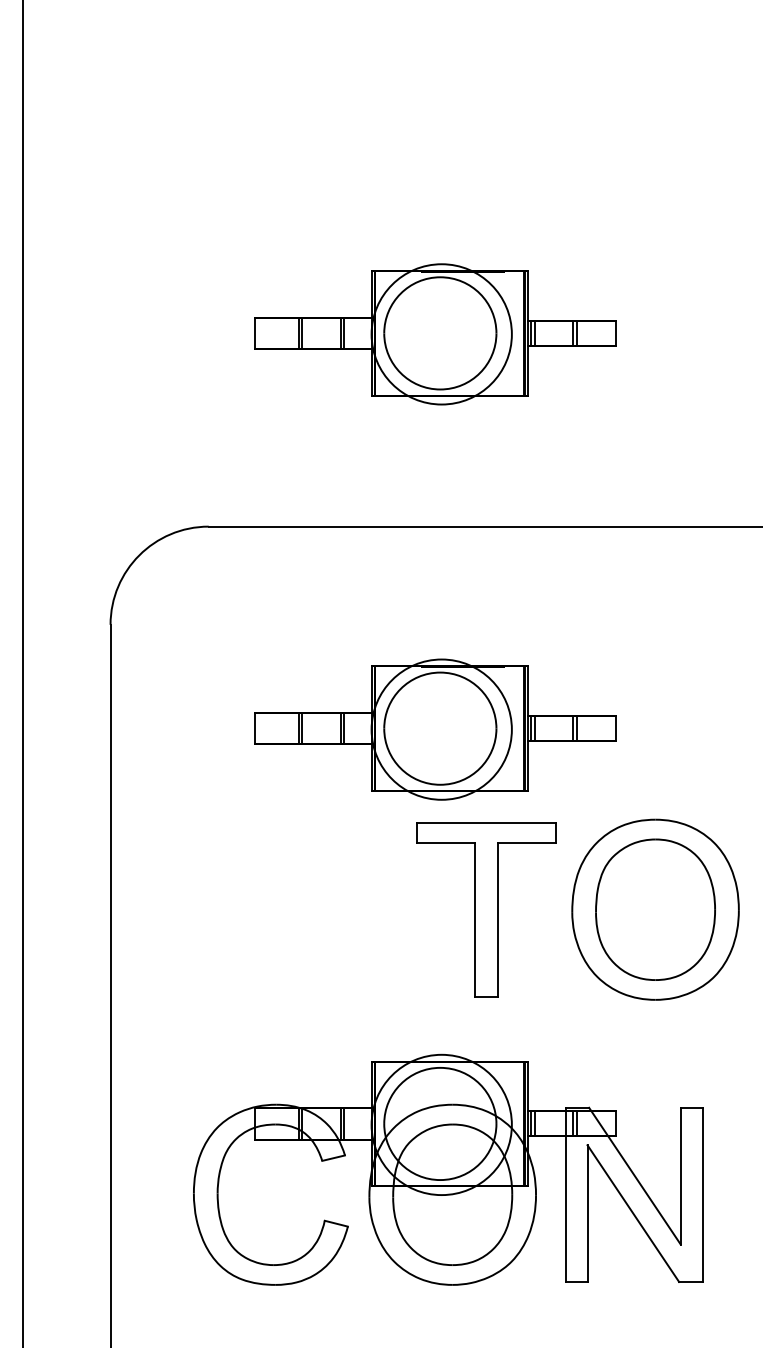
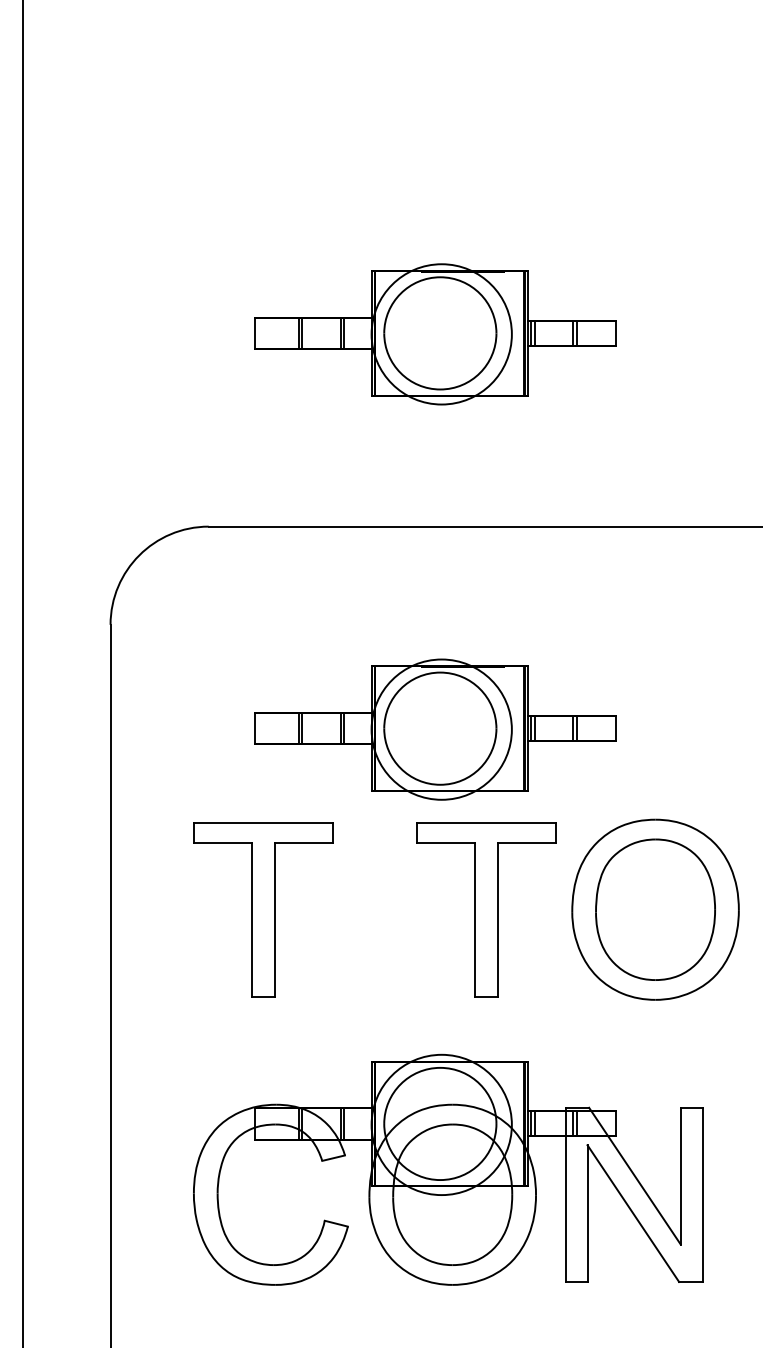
part at (263, 909): none -> present
